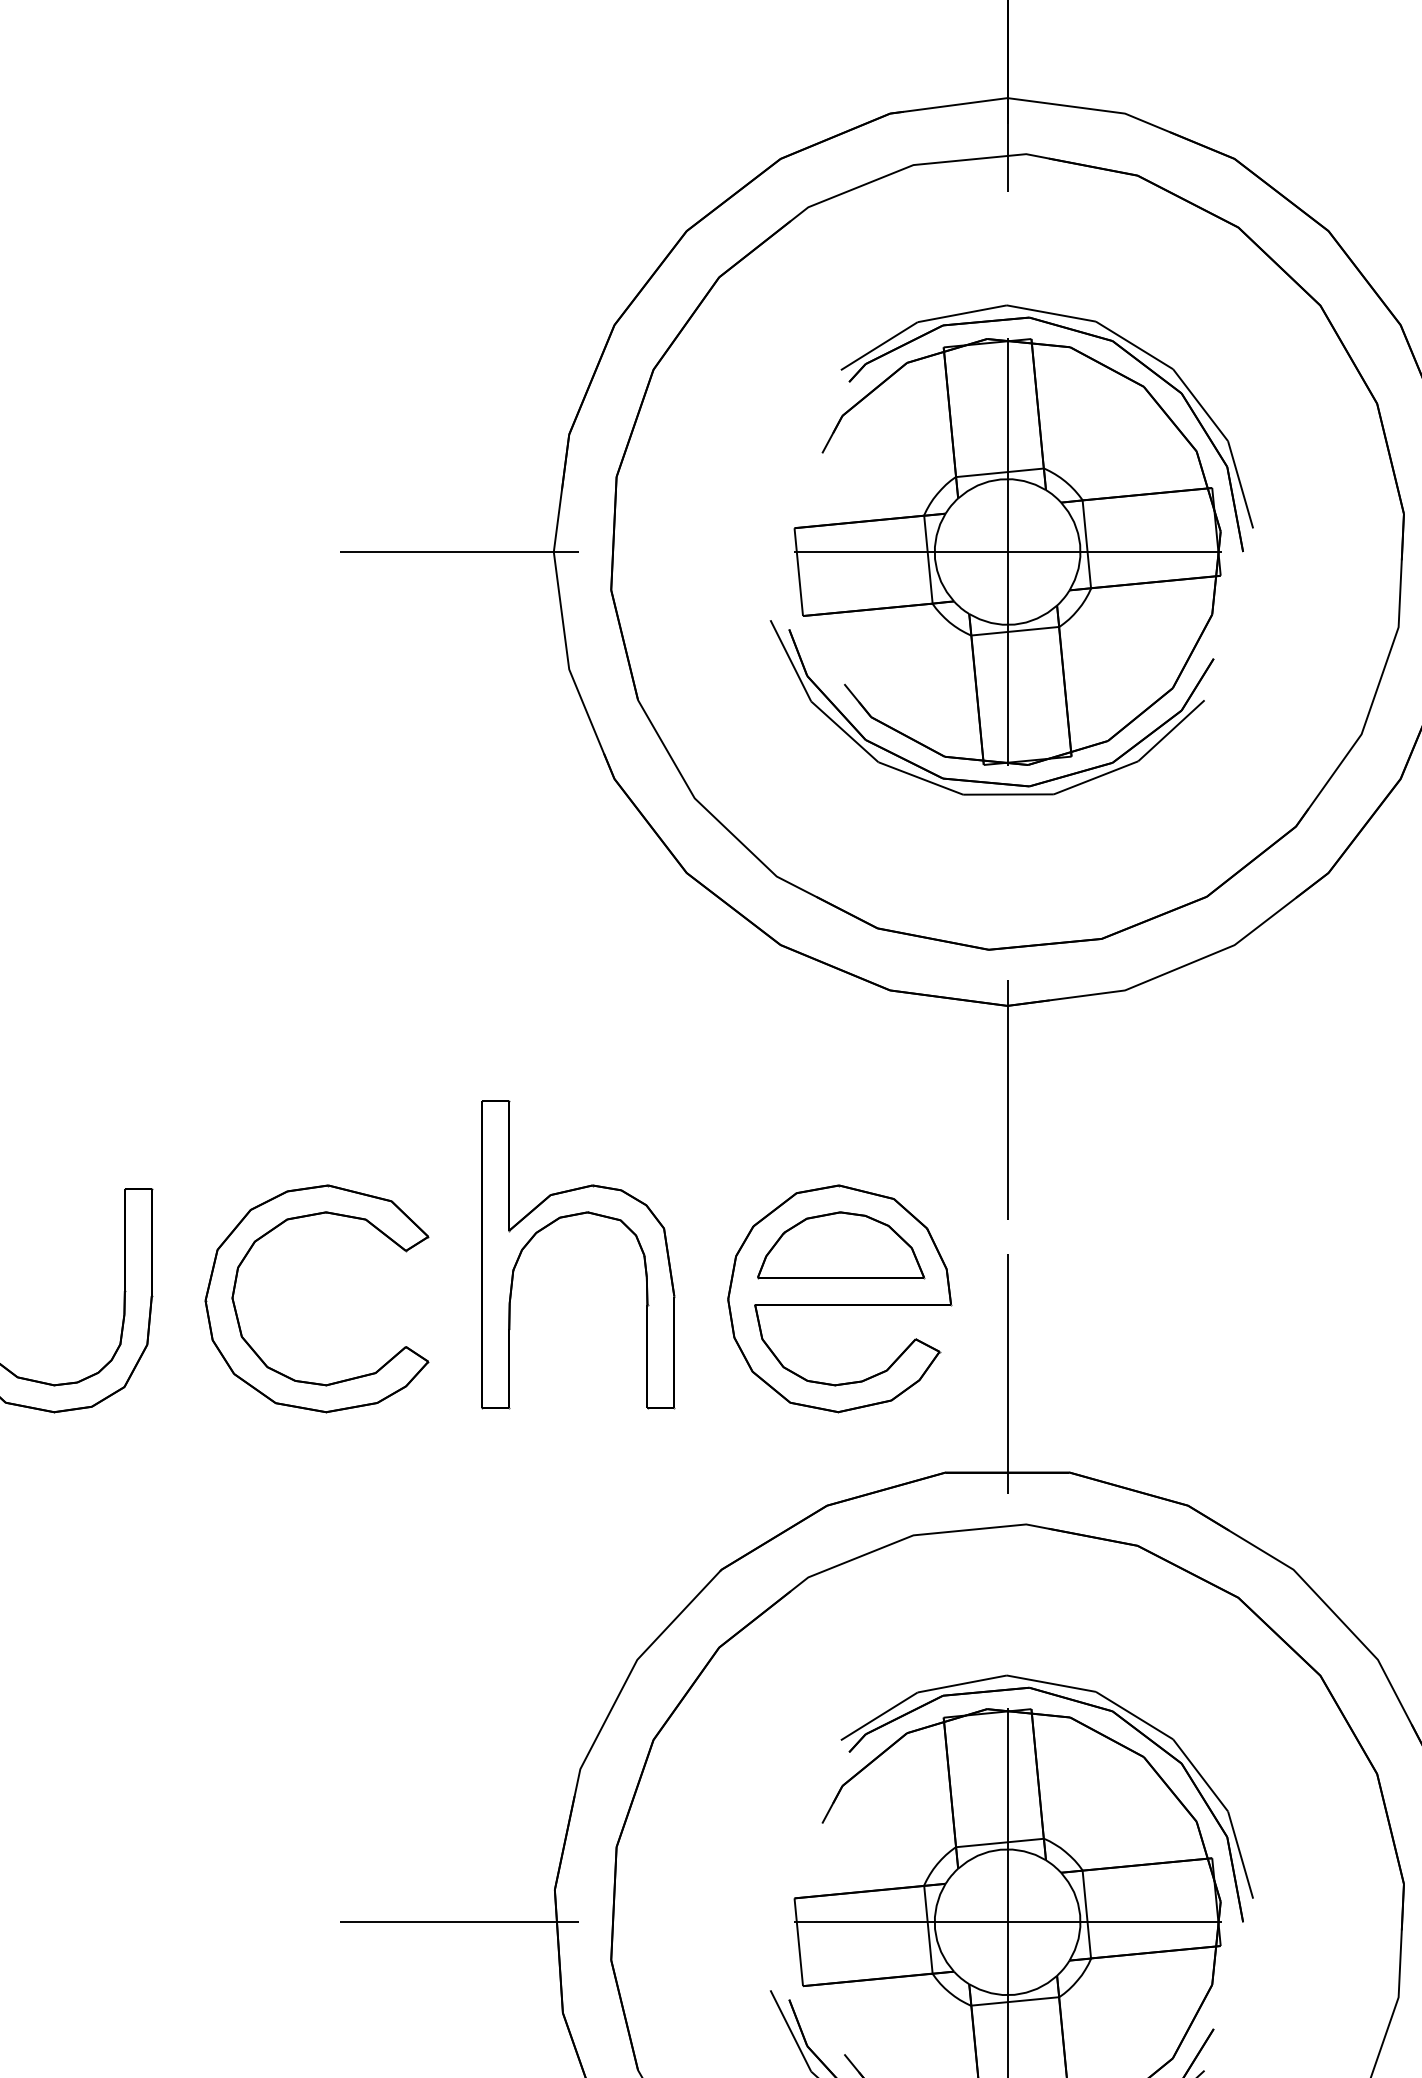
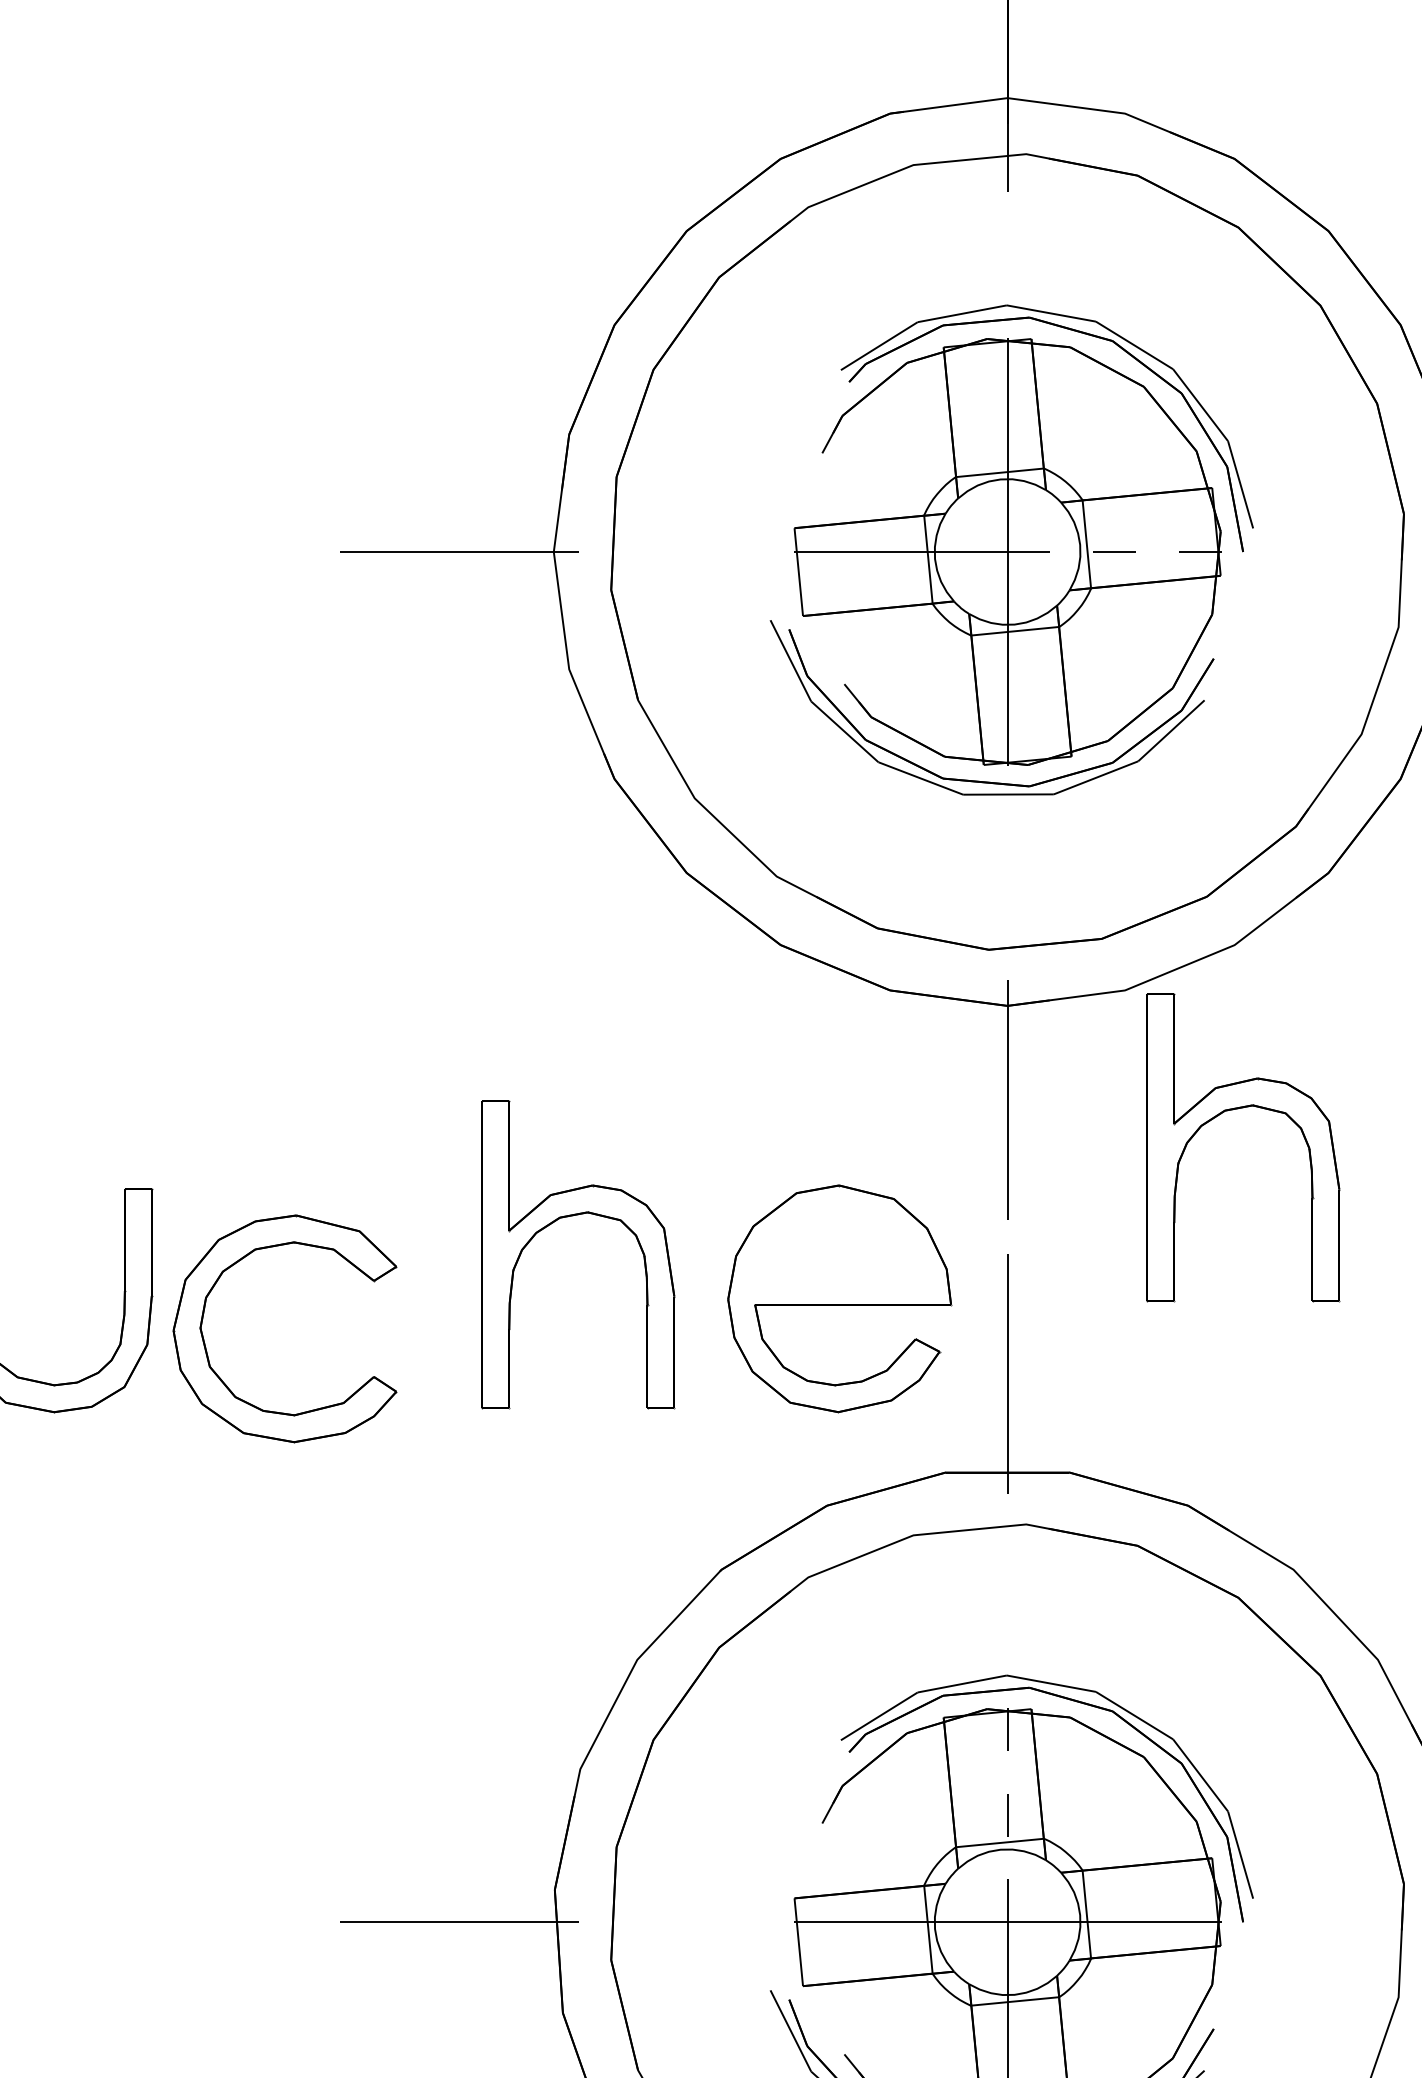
line at (1115, 552): solid -> dashed
part at (1238, 1109): none -> present
part at (841, 1245): present -> none
part at (238, 1317) position: (238, 1317) -> (206, 1347)
line at (1007, 1814): solid -> dashed
